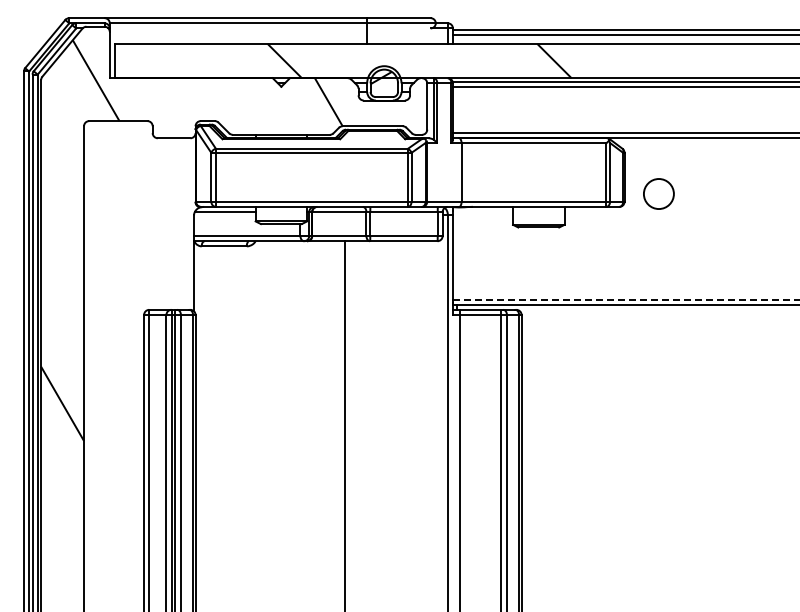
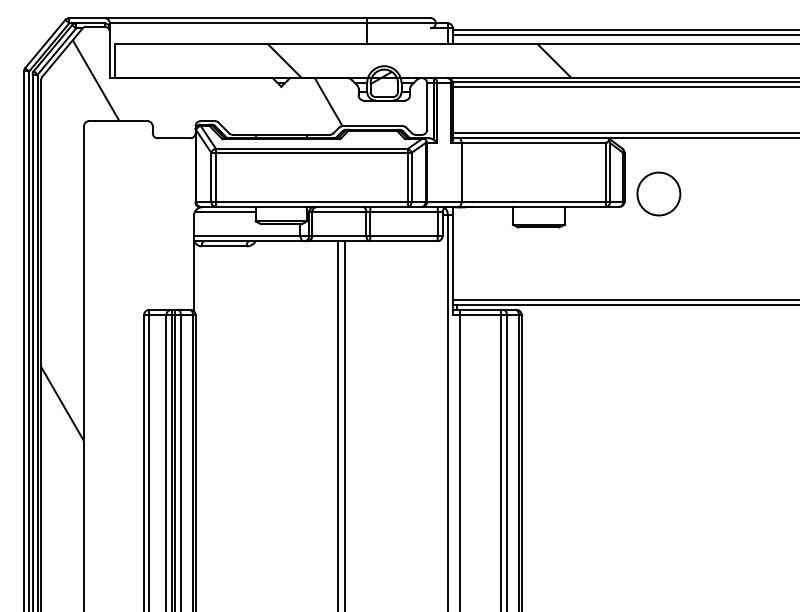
circle at (658, 193) size: 32x32 px -> 46x46 px
line at (626, 299): dashed -> solid
line at (338, 424): none -> present
